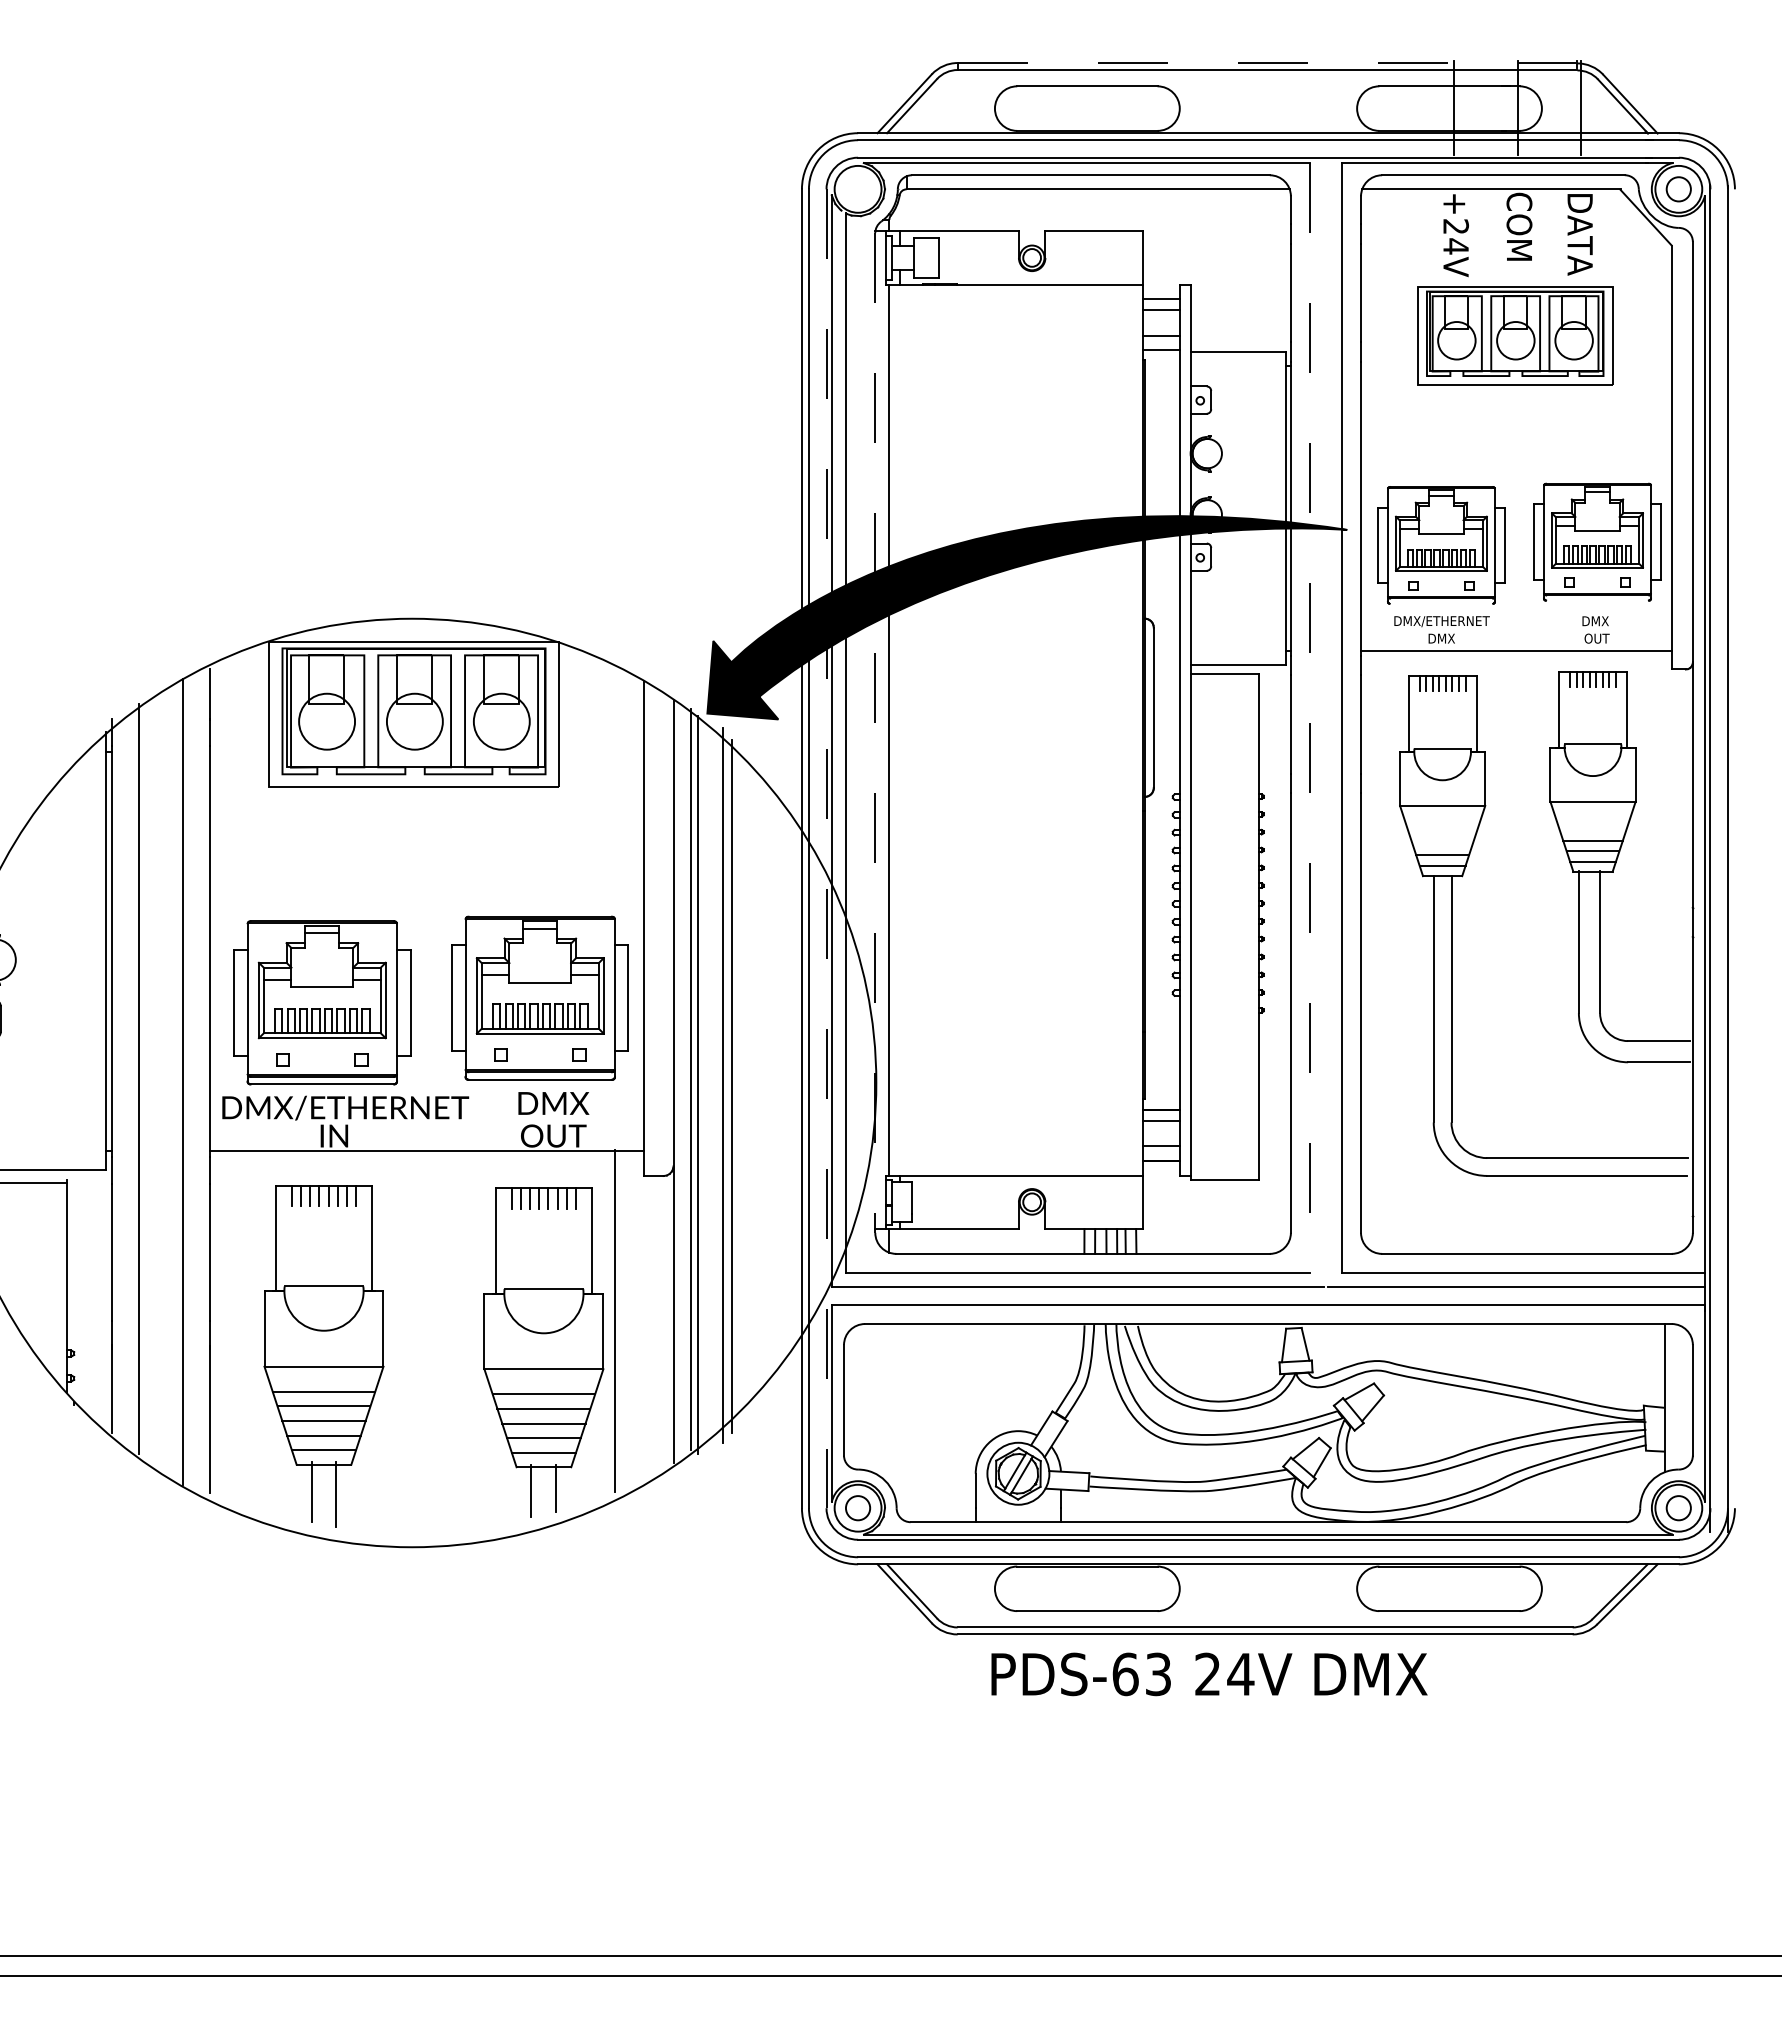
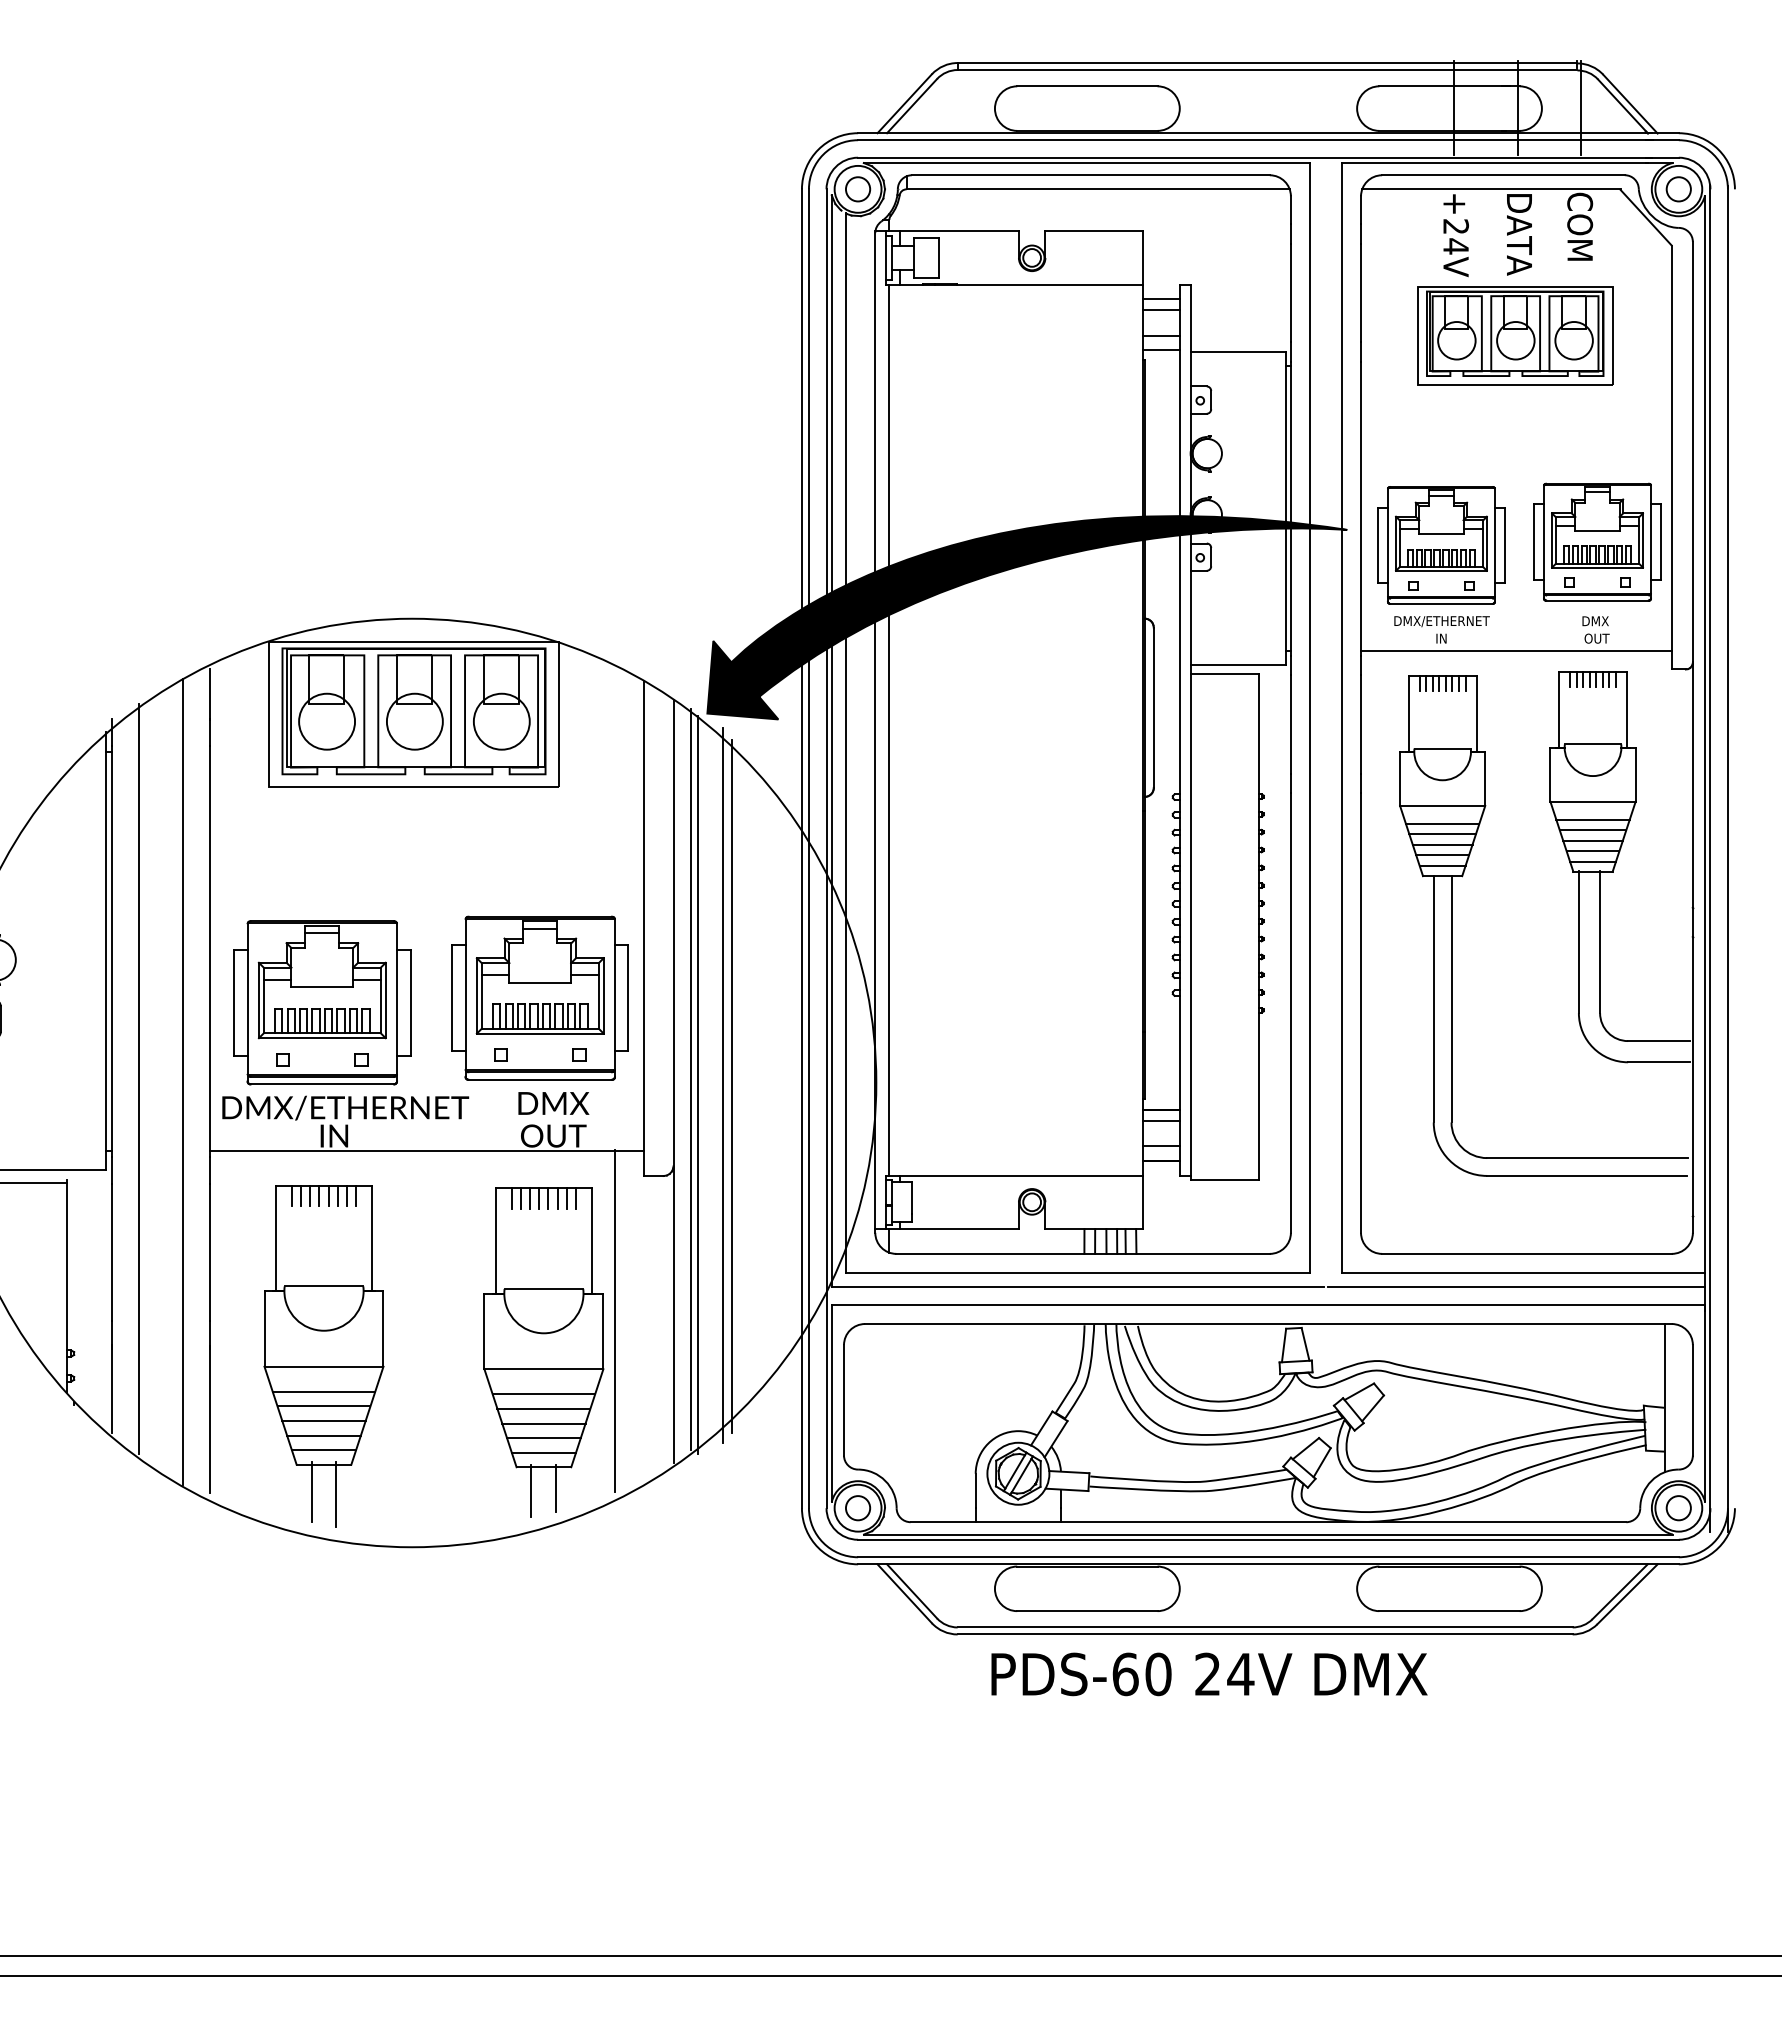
line at (1267, 63): dashed -> solid
circle at (858, 189): none -> present
text at (1519, 233): COM -> DATA
text at (1580, 233): DATA -> COM
line at (1597, 600): none -> present
line at (1441, 603): none -> present
text at (1441, 638): DMX -> IN
line at (1310, 718): dashed -> solid
line at (875, 732): dashed -> solid
line at (1592, 819): none -> present
line at (1442, 823): none -> present
line at (1592, 830): none -> present
line at (1442, 834): none -> present
line at (1442, 844): none -> present
line at (826, 849): dashed -> solid
text at (1158, 1674): PDS-63 -> PDS-60
